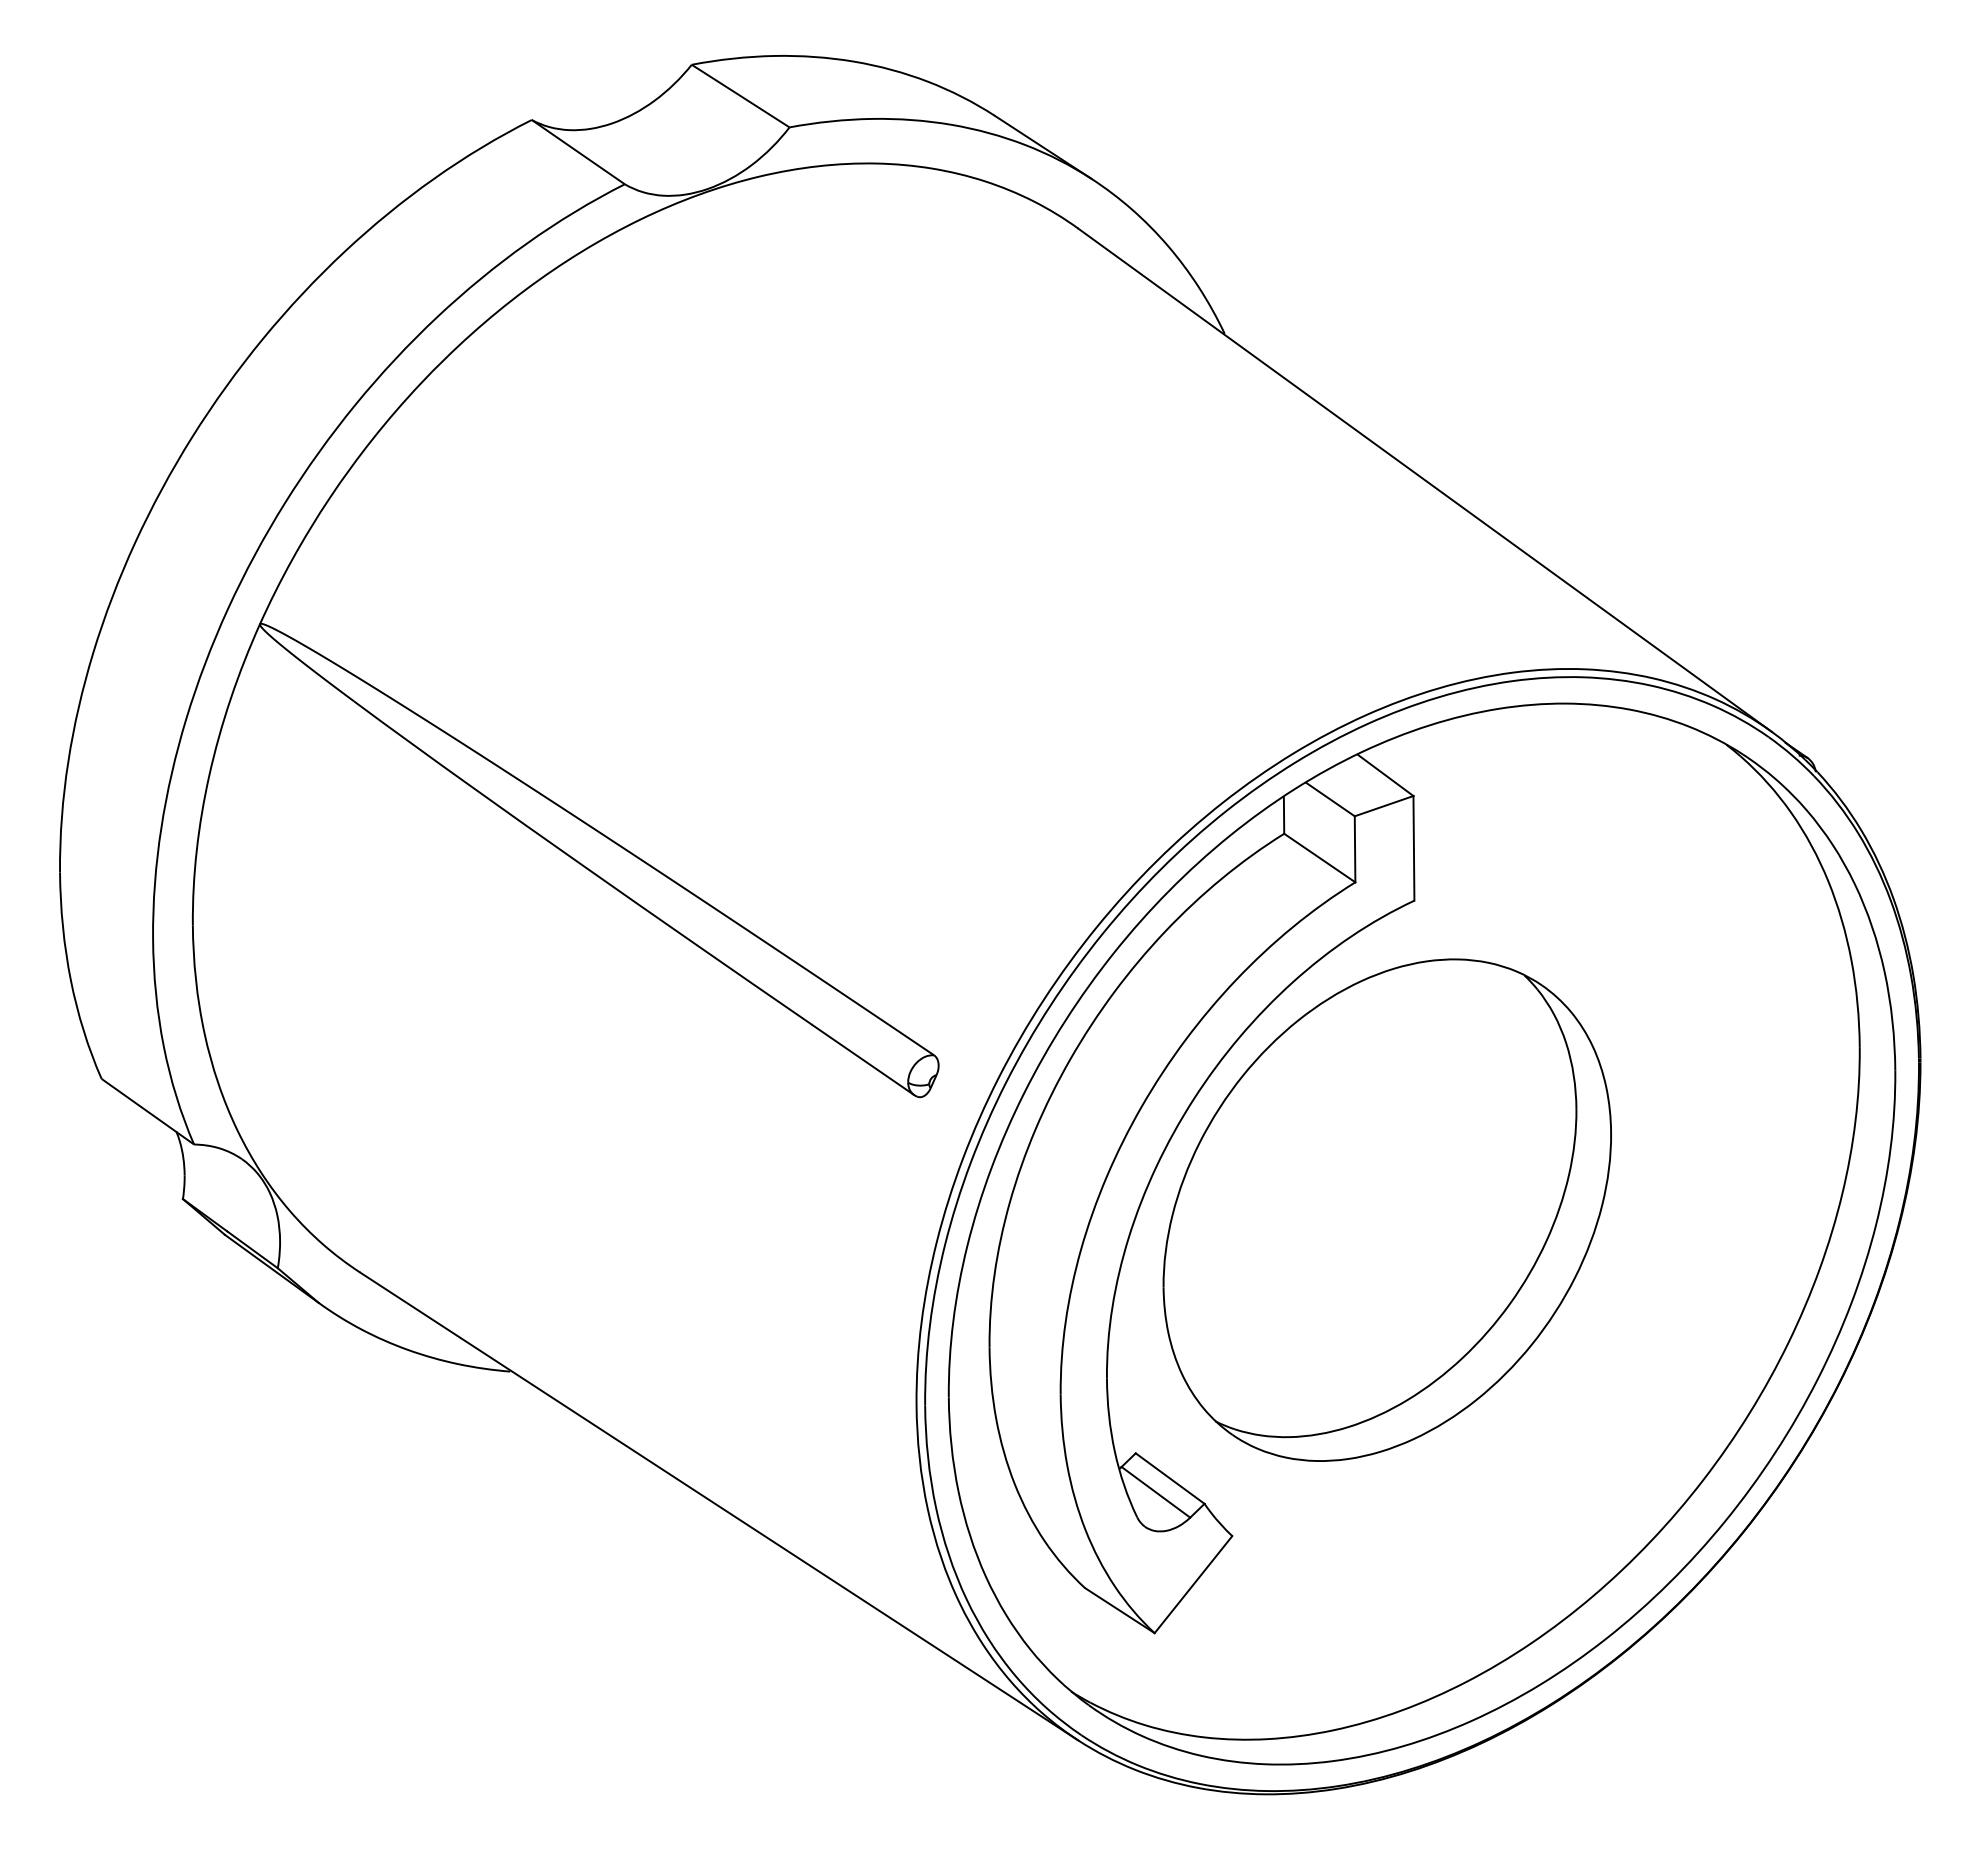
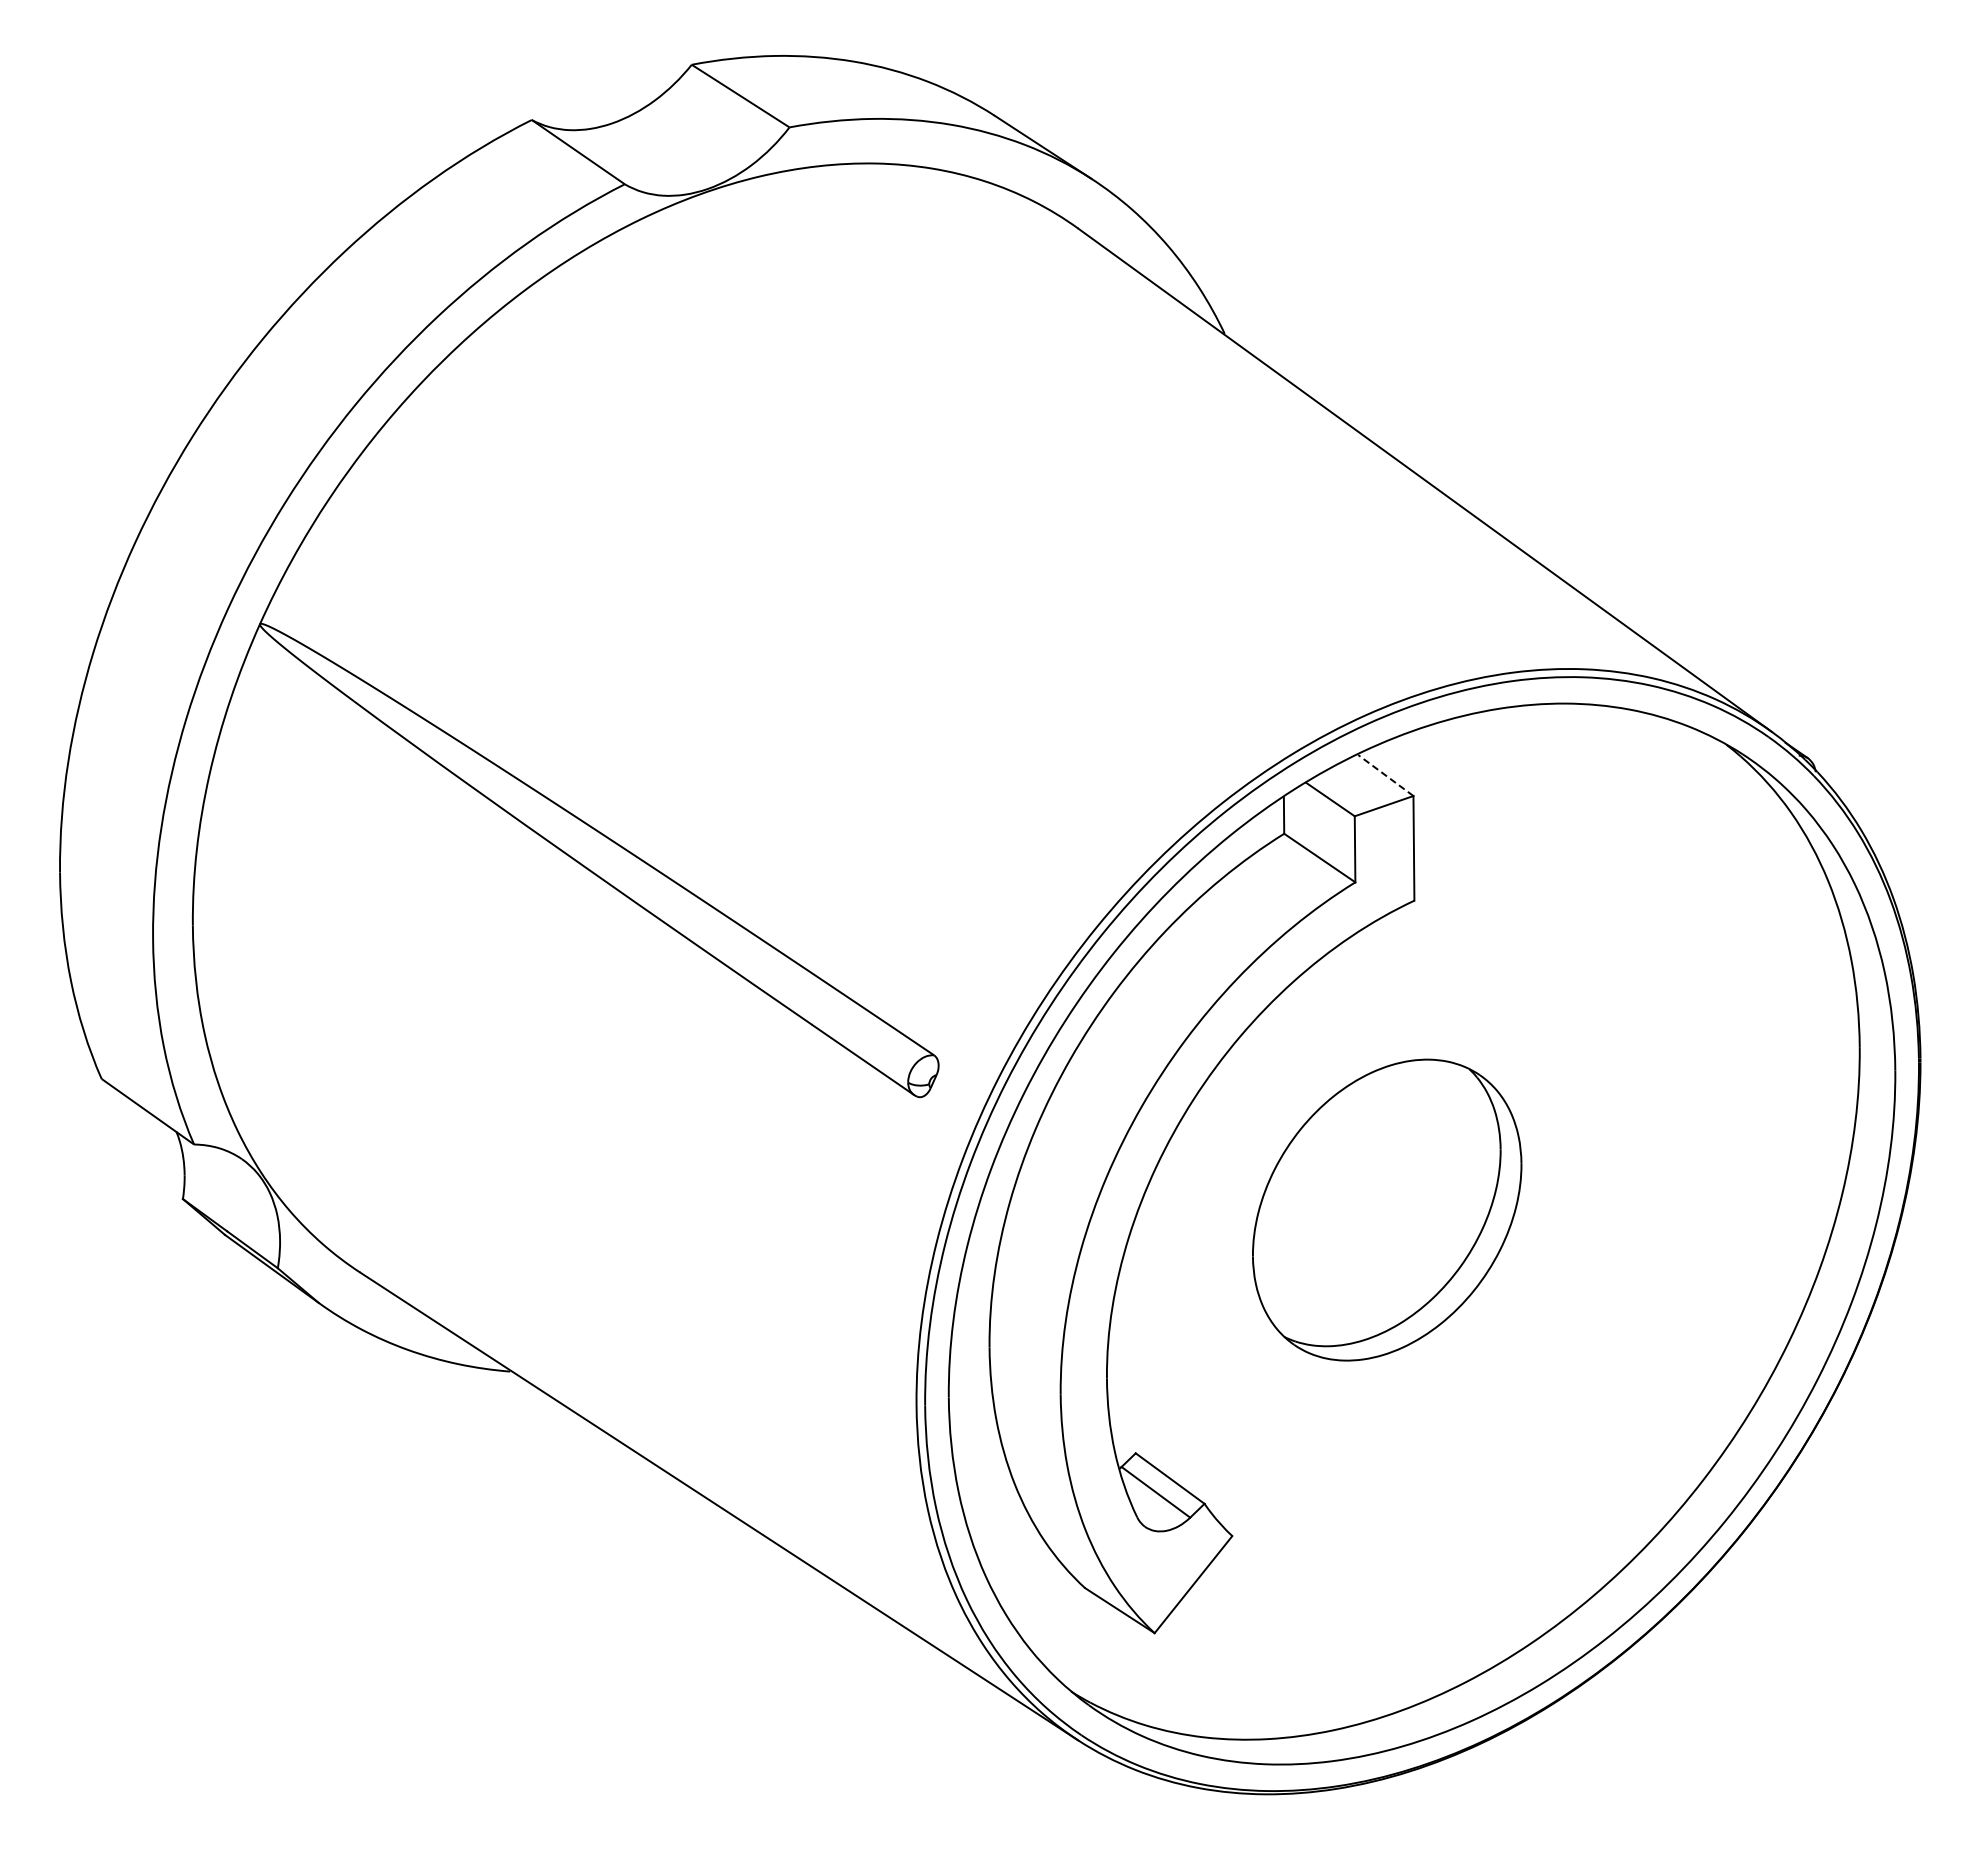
line at (1385, 775): solid -> dashed
part at (1386, 1209) size: 450x504 px -> 271x304 px
